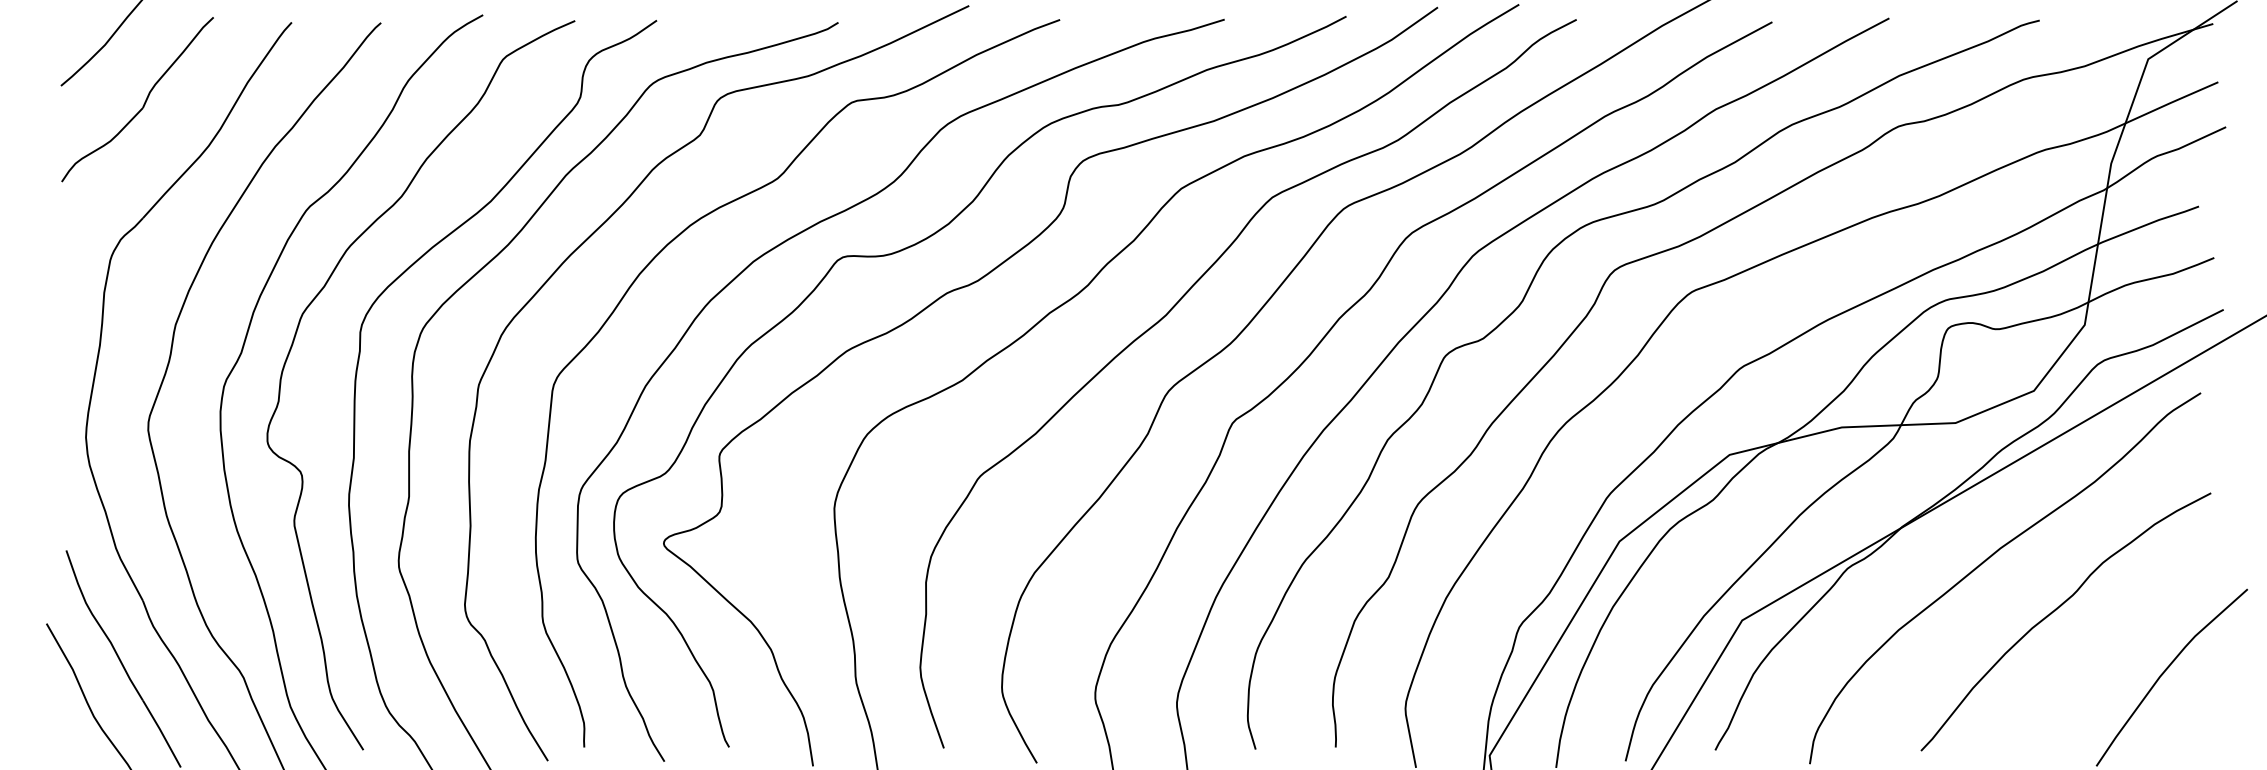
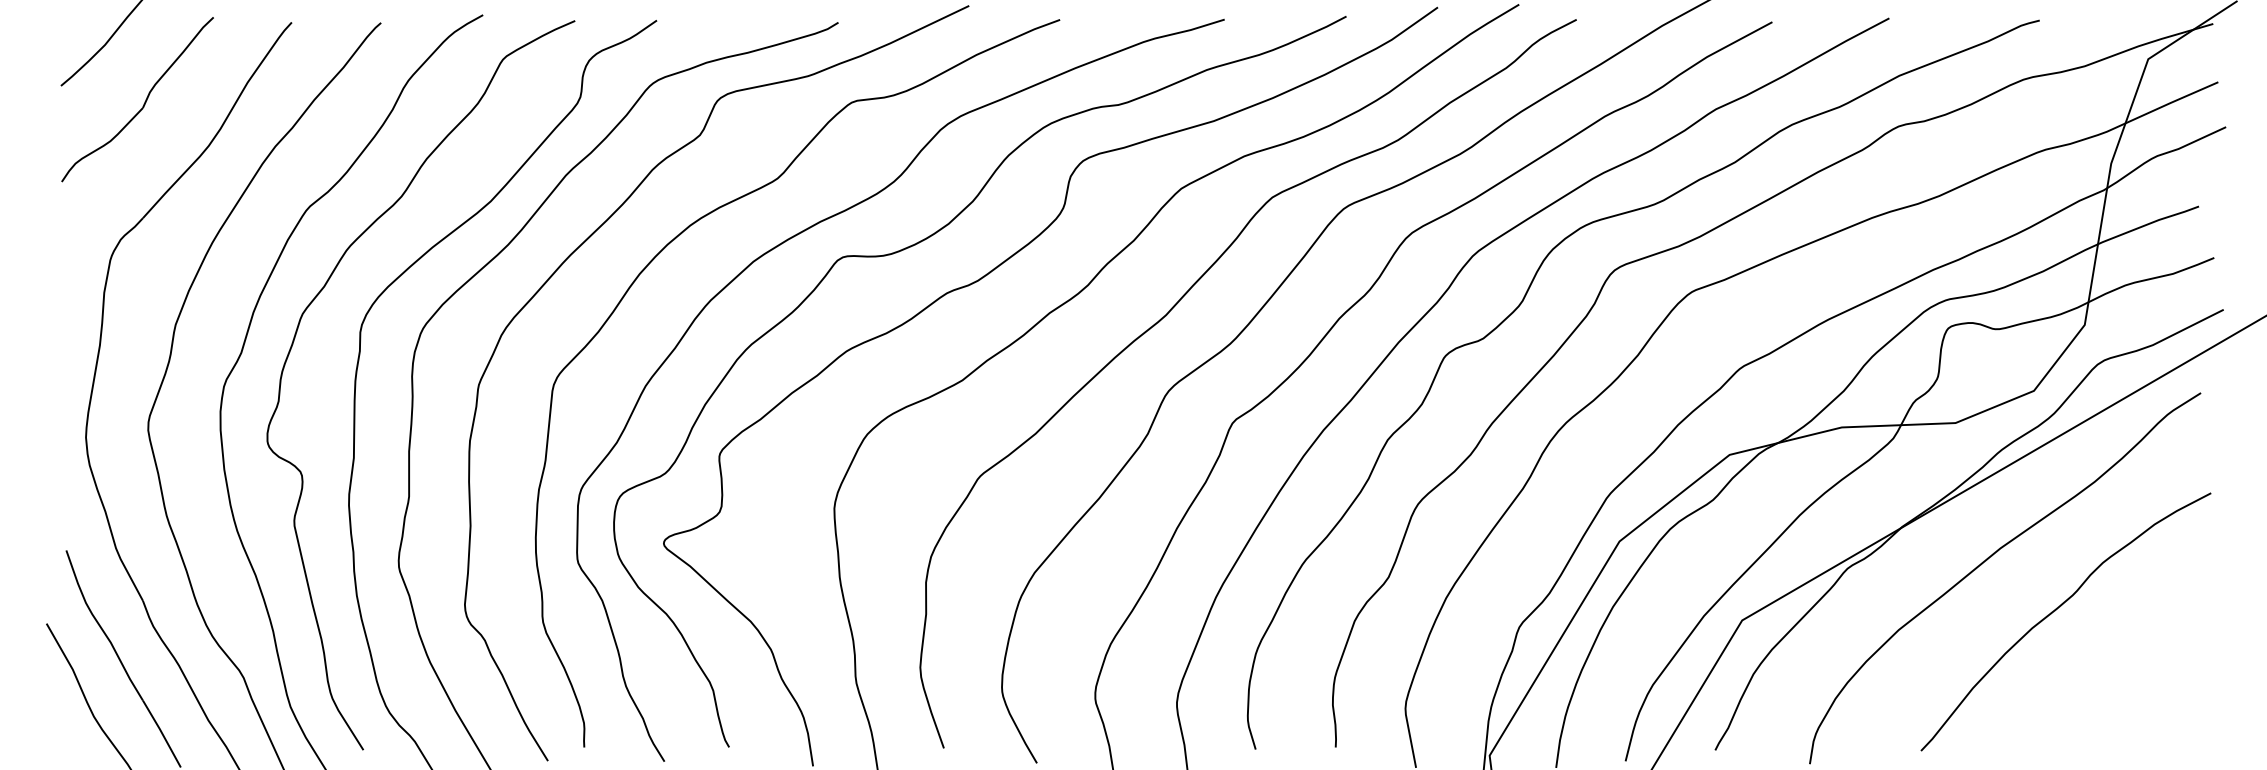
curve at (2164, 673): present -> none
